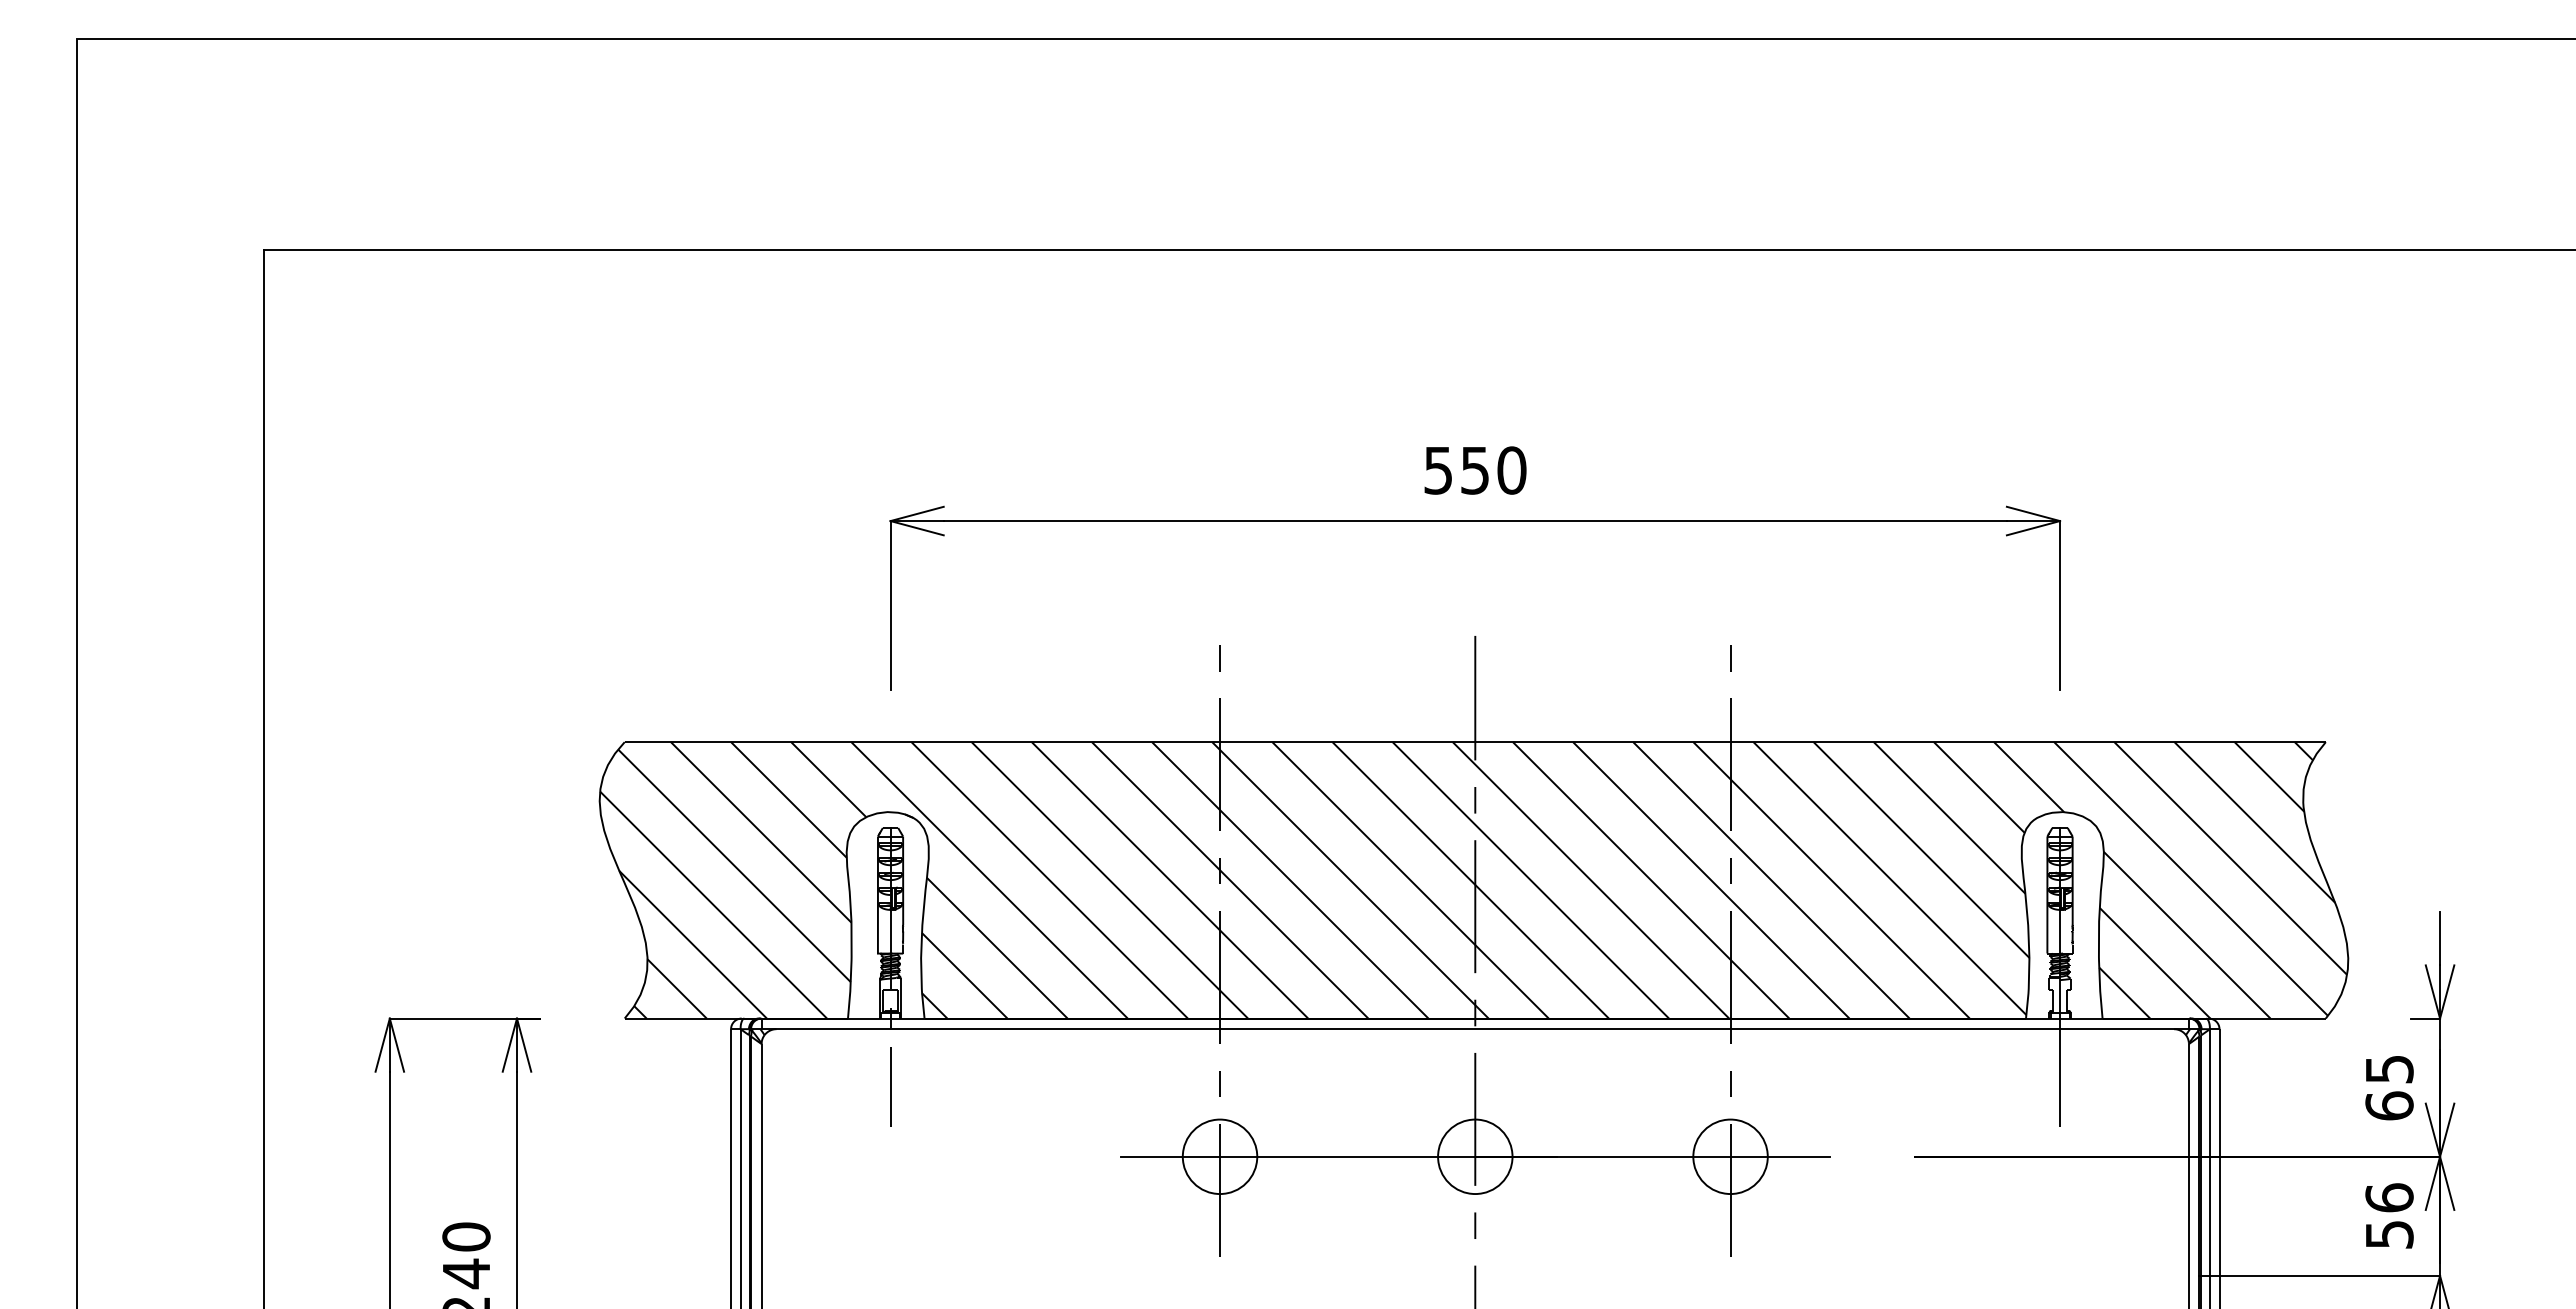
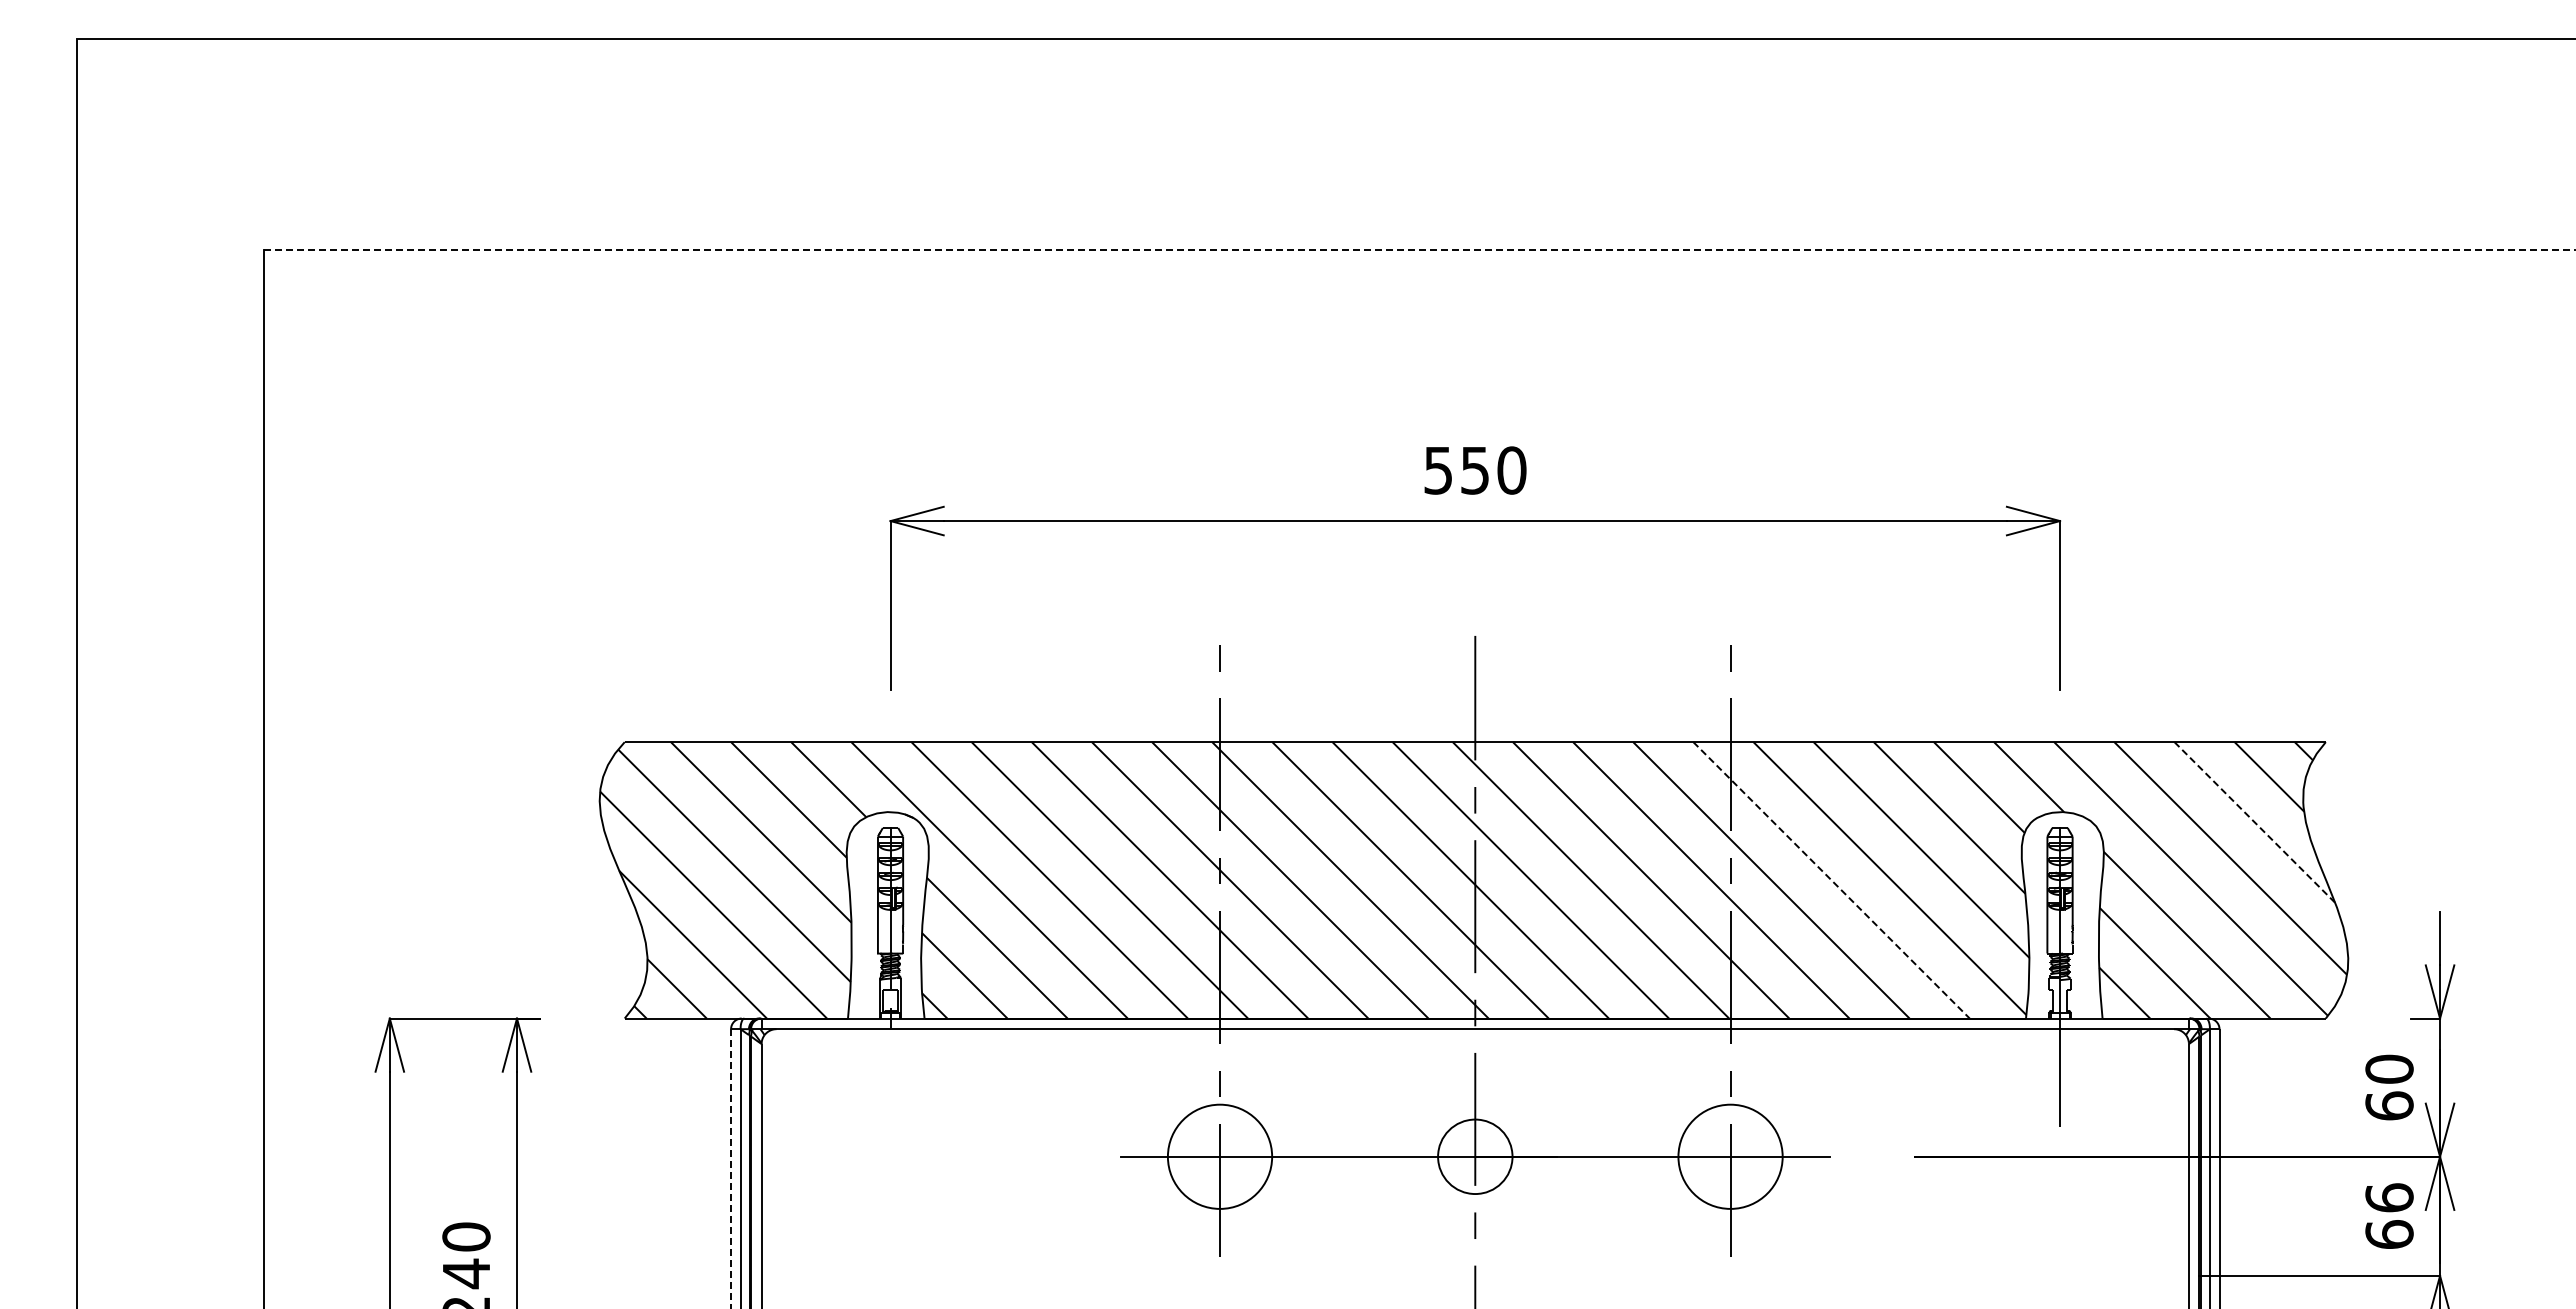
line at (1419, 250): solid -> dashed
line at (2254, 822): solid -> dashed
line at (1831, 880): solid -> dashed
text at (2389, 1068): 65 -> 60
line at (890, 1086): present -> none
circle at (1219, 1156) diameter: 74 px -> 104 px
circle at (1730, 1156) diameter: 74 px -> 104 px
line at (731, 1168): solid -> dashed
text at (2389, 1234): 56 -> 66
